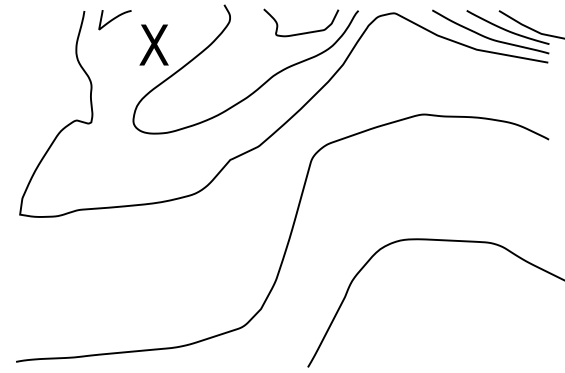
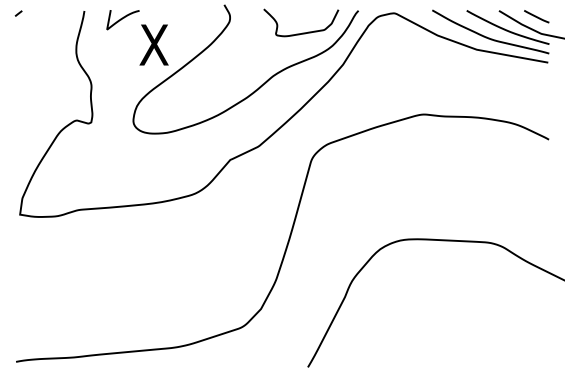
line at (18, 13): none -> present
line at (536, 16): none -> present
curve at (114, 19) position: (114, 19) -> (122, 19)
